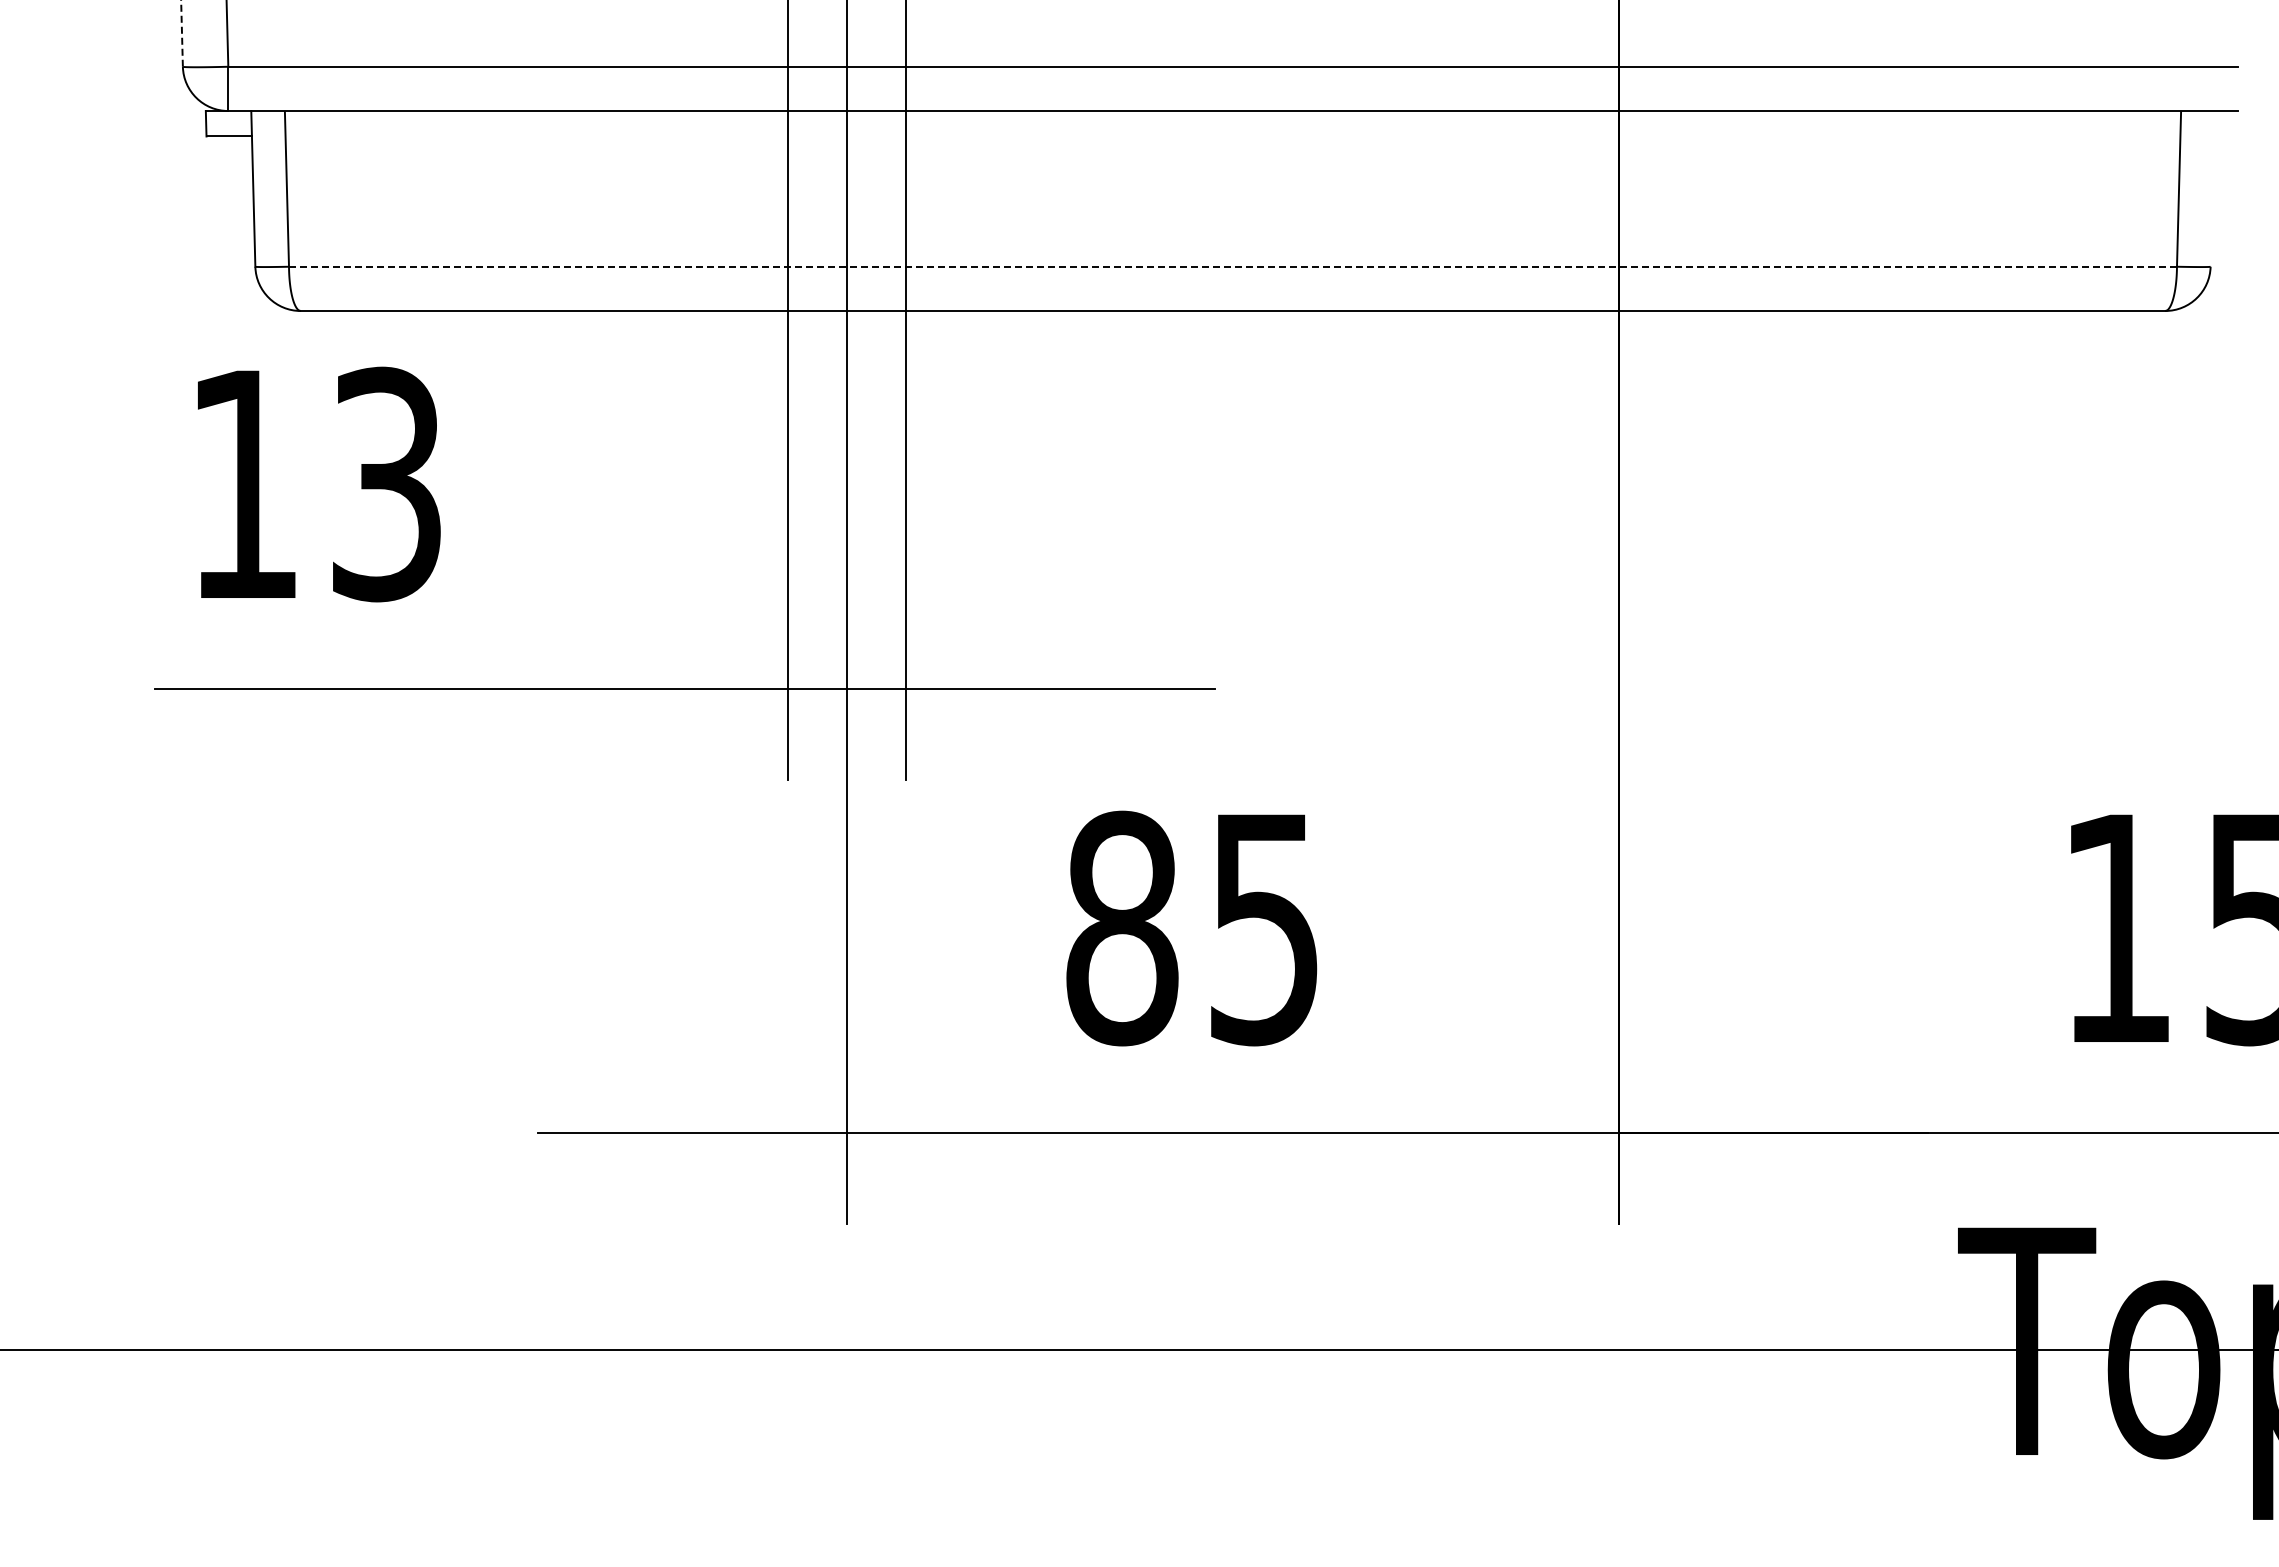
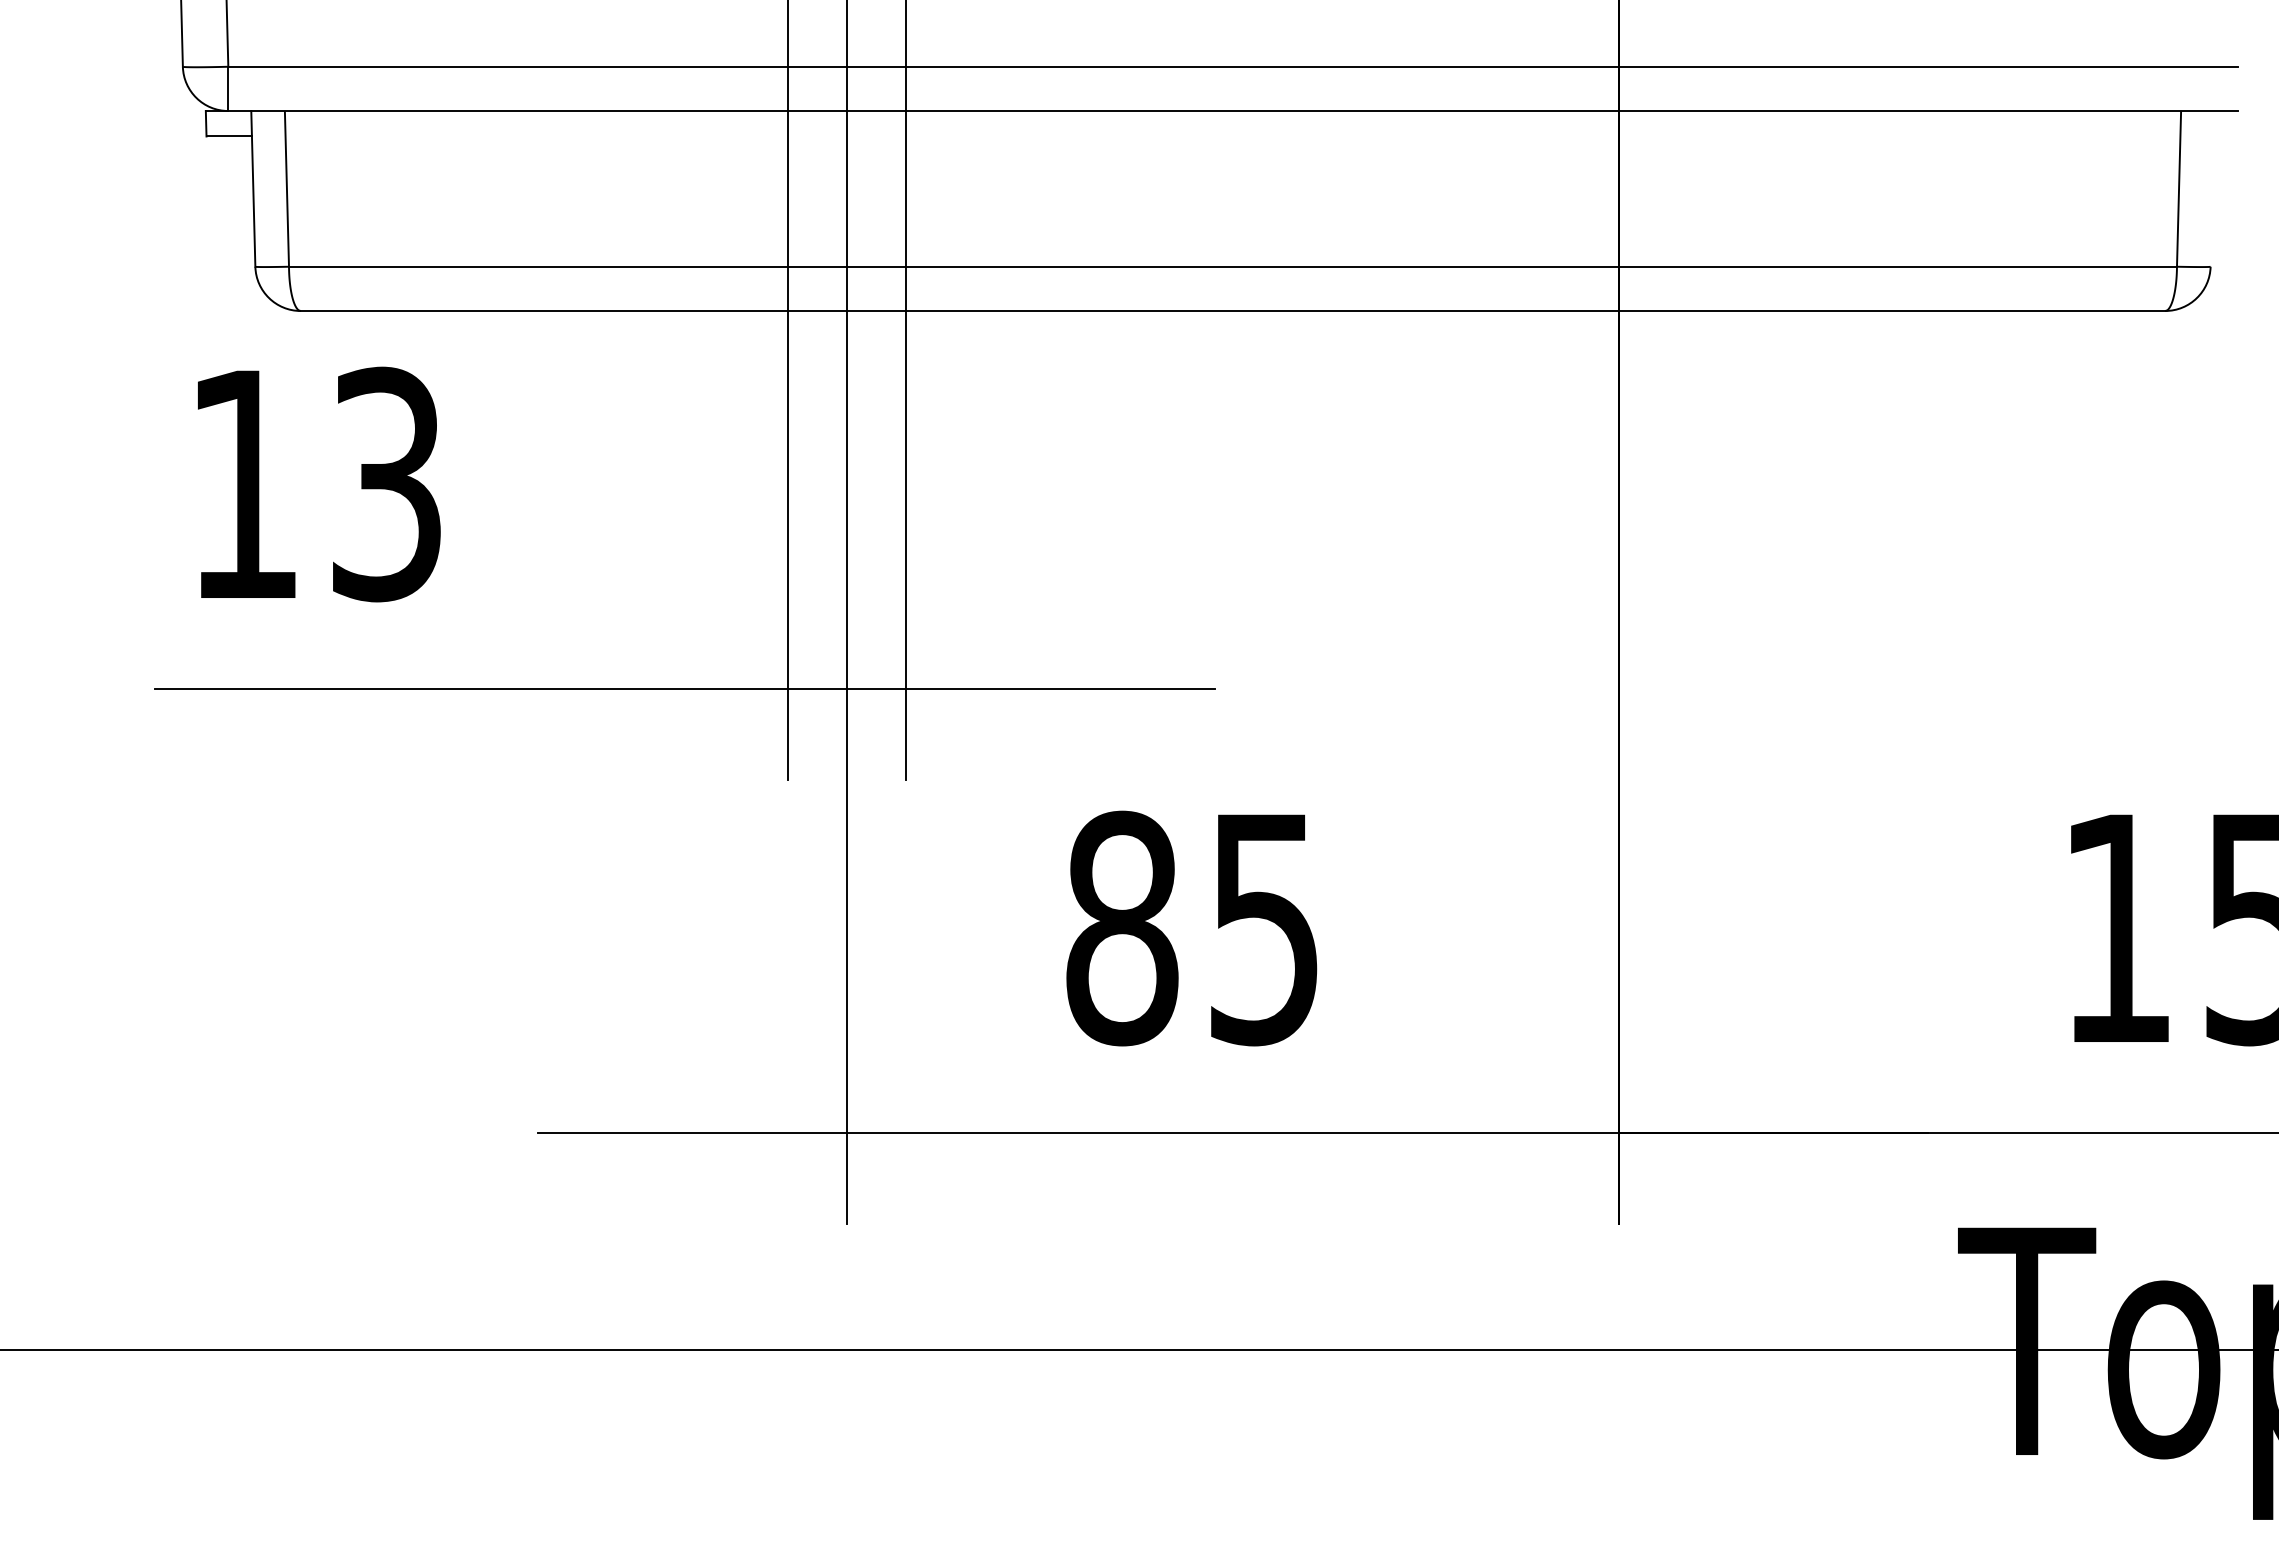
line at (182, 33): dashed -> solid
line at (1233, 266): dashed -> solid
